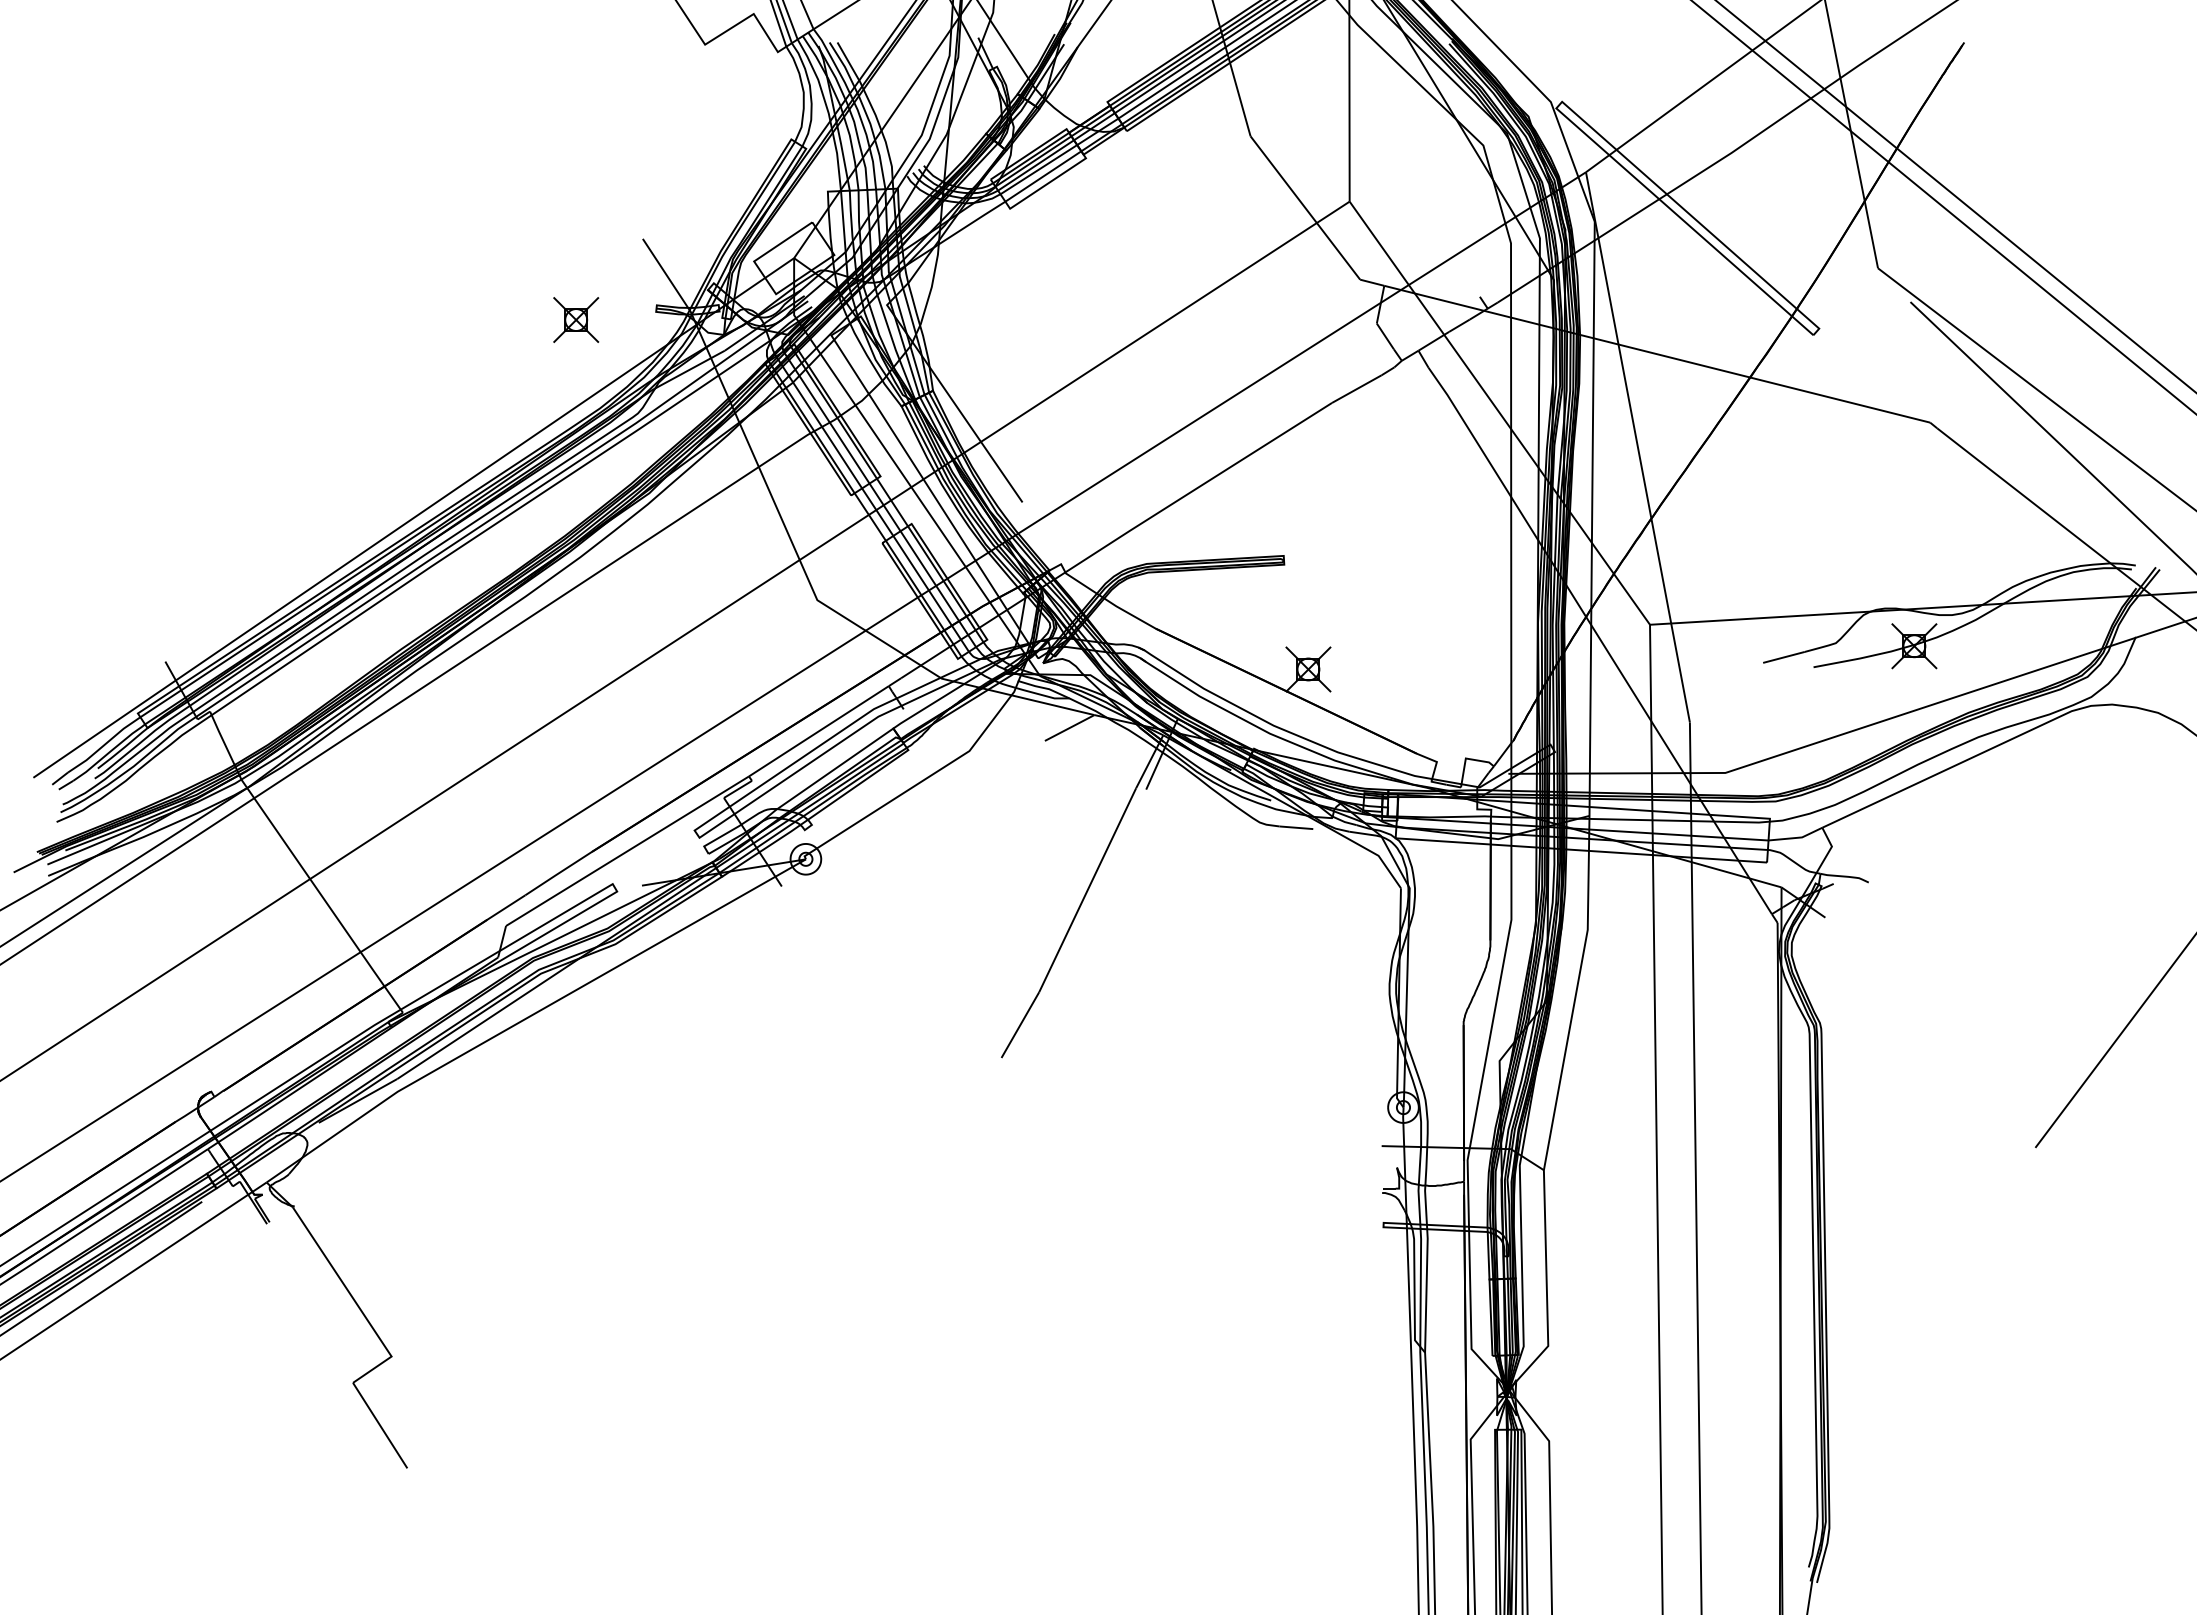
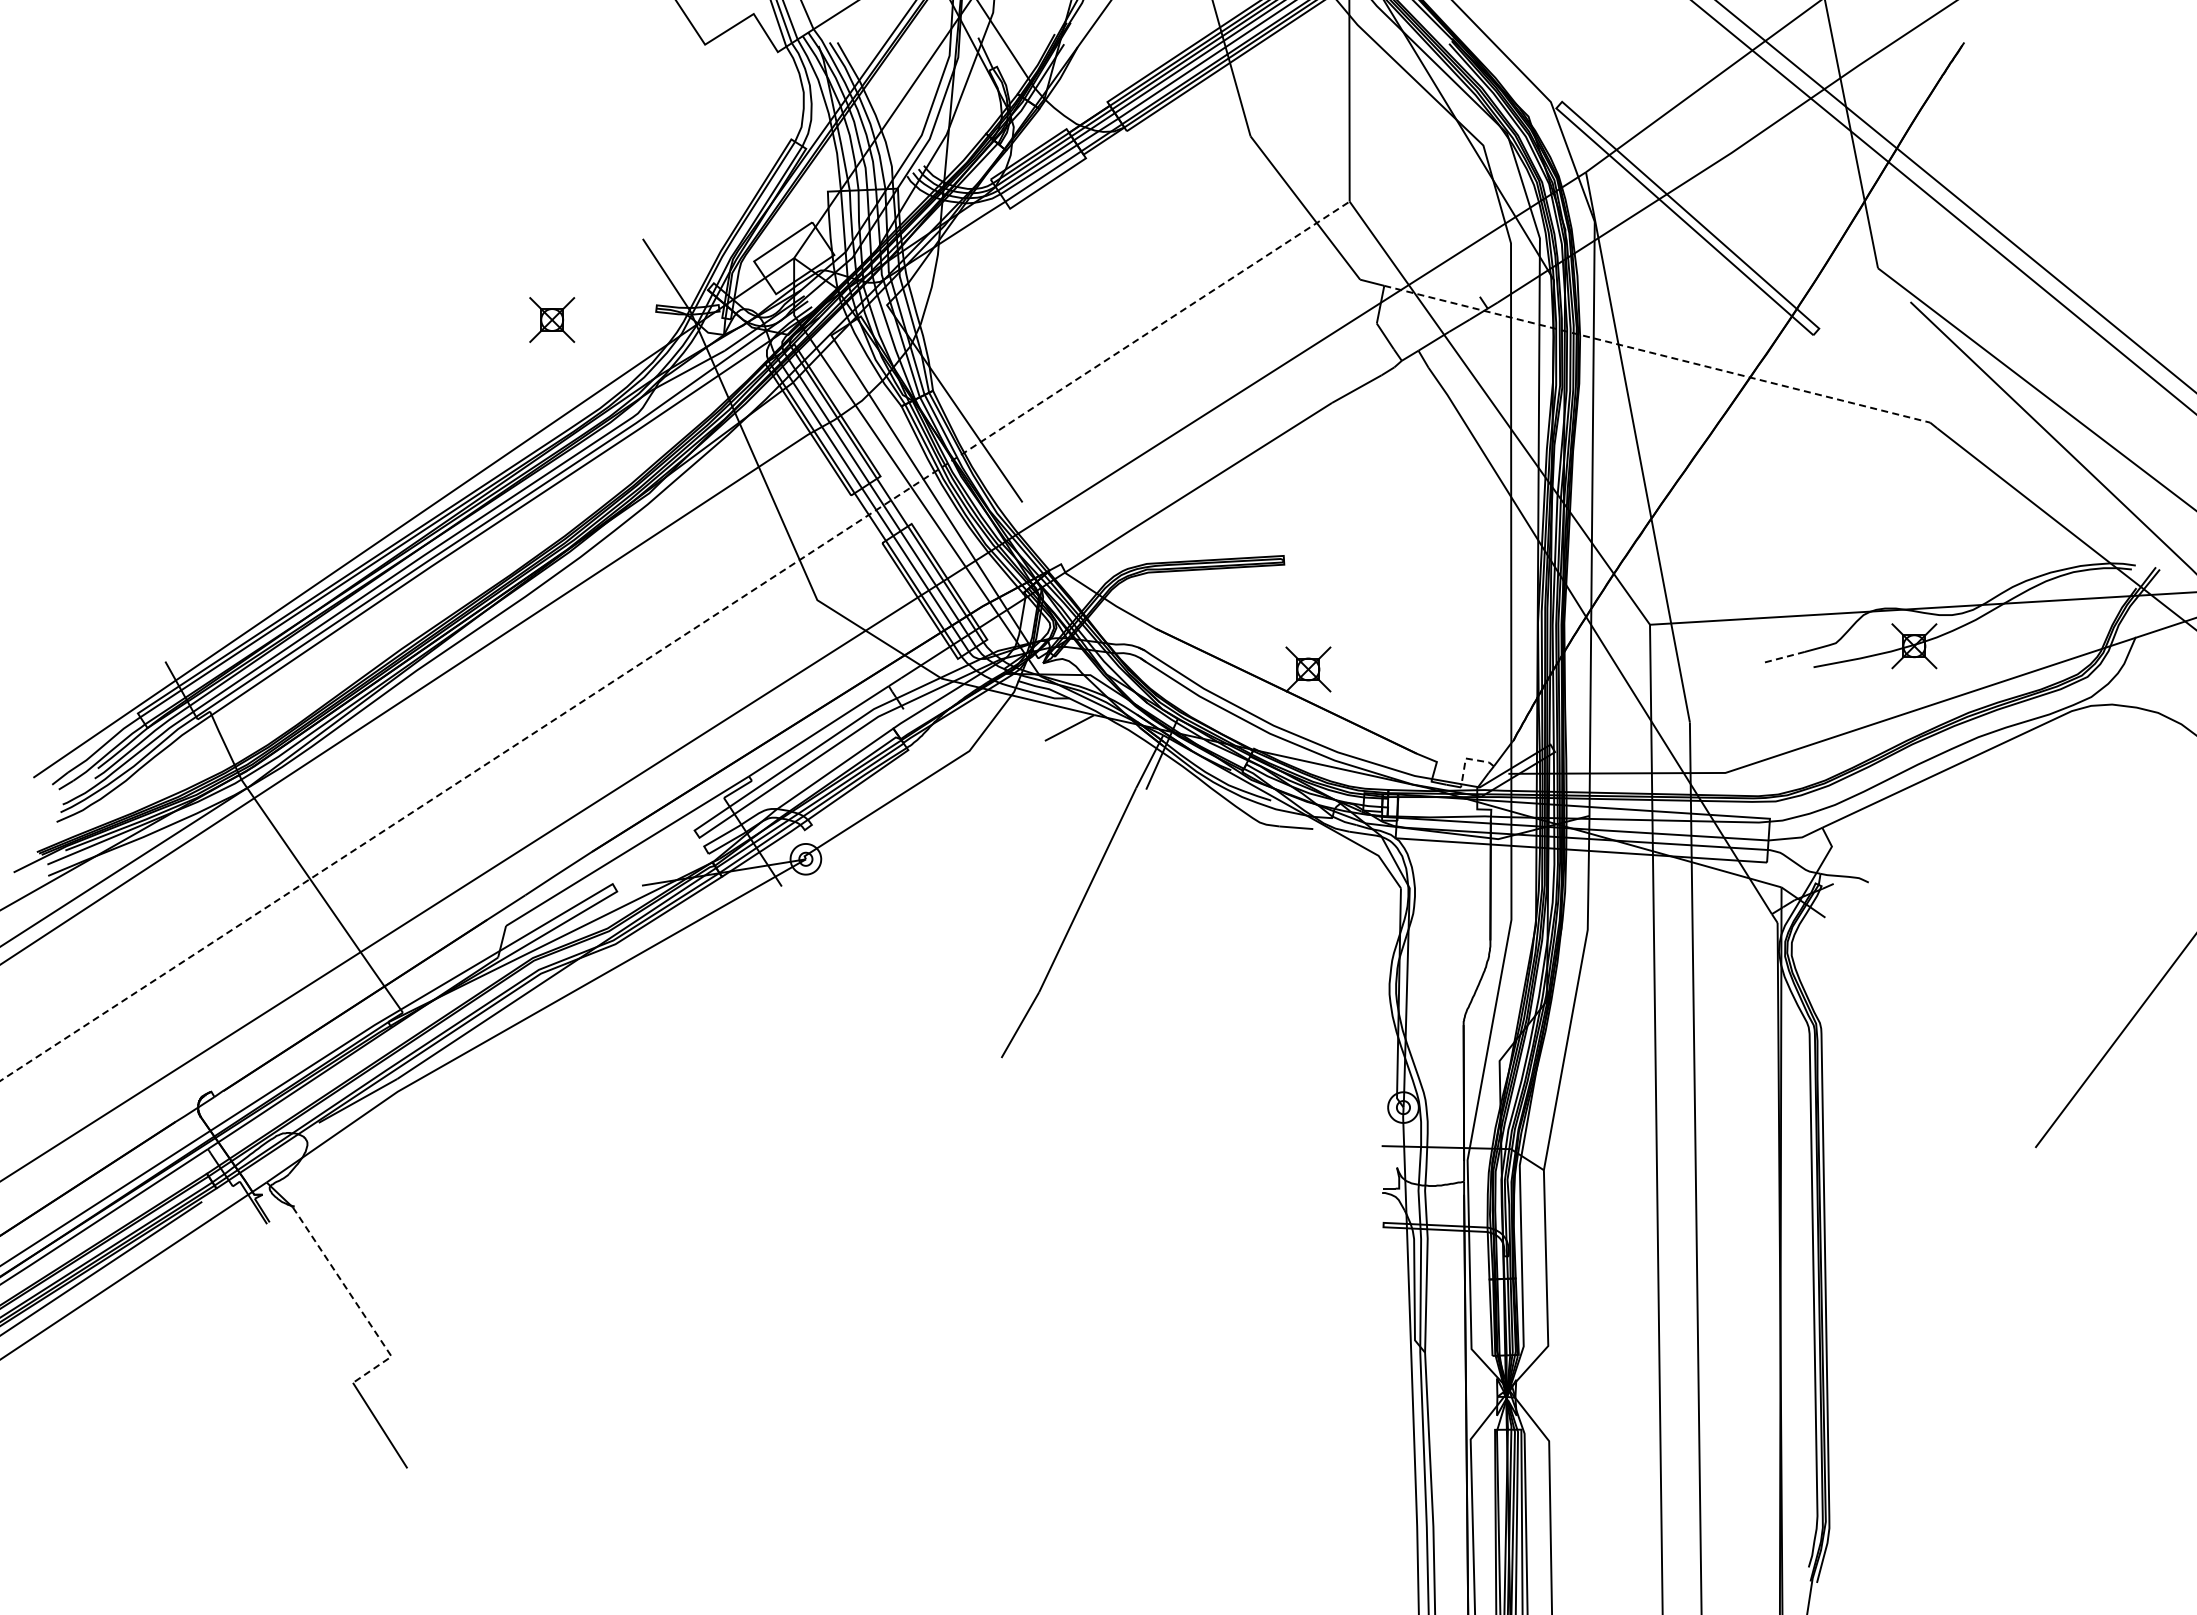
part at (576, 319) position: (576, 319) -> (552, 319)
line at (1657, 354): solid -> dashed
line at (675, 641): solid -> dashed
line at (1783, 657): solid -> dashed
line at (1465, 758): solid -> dashed
line at (355, 1302): solid -> dashed
